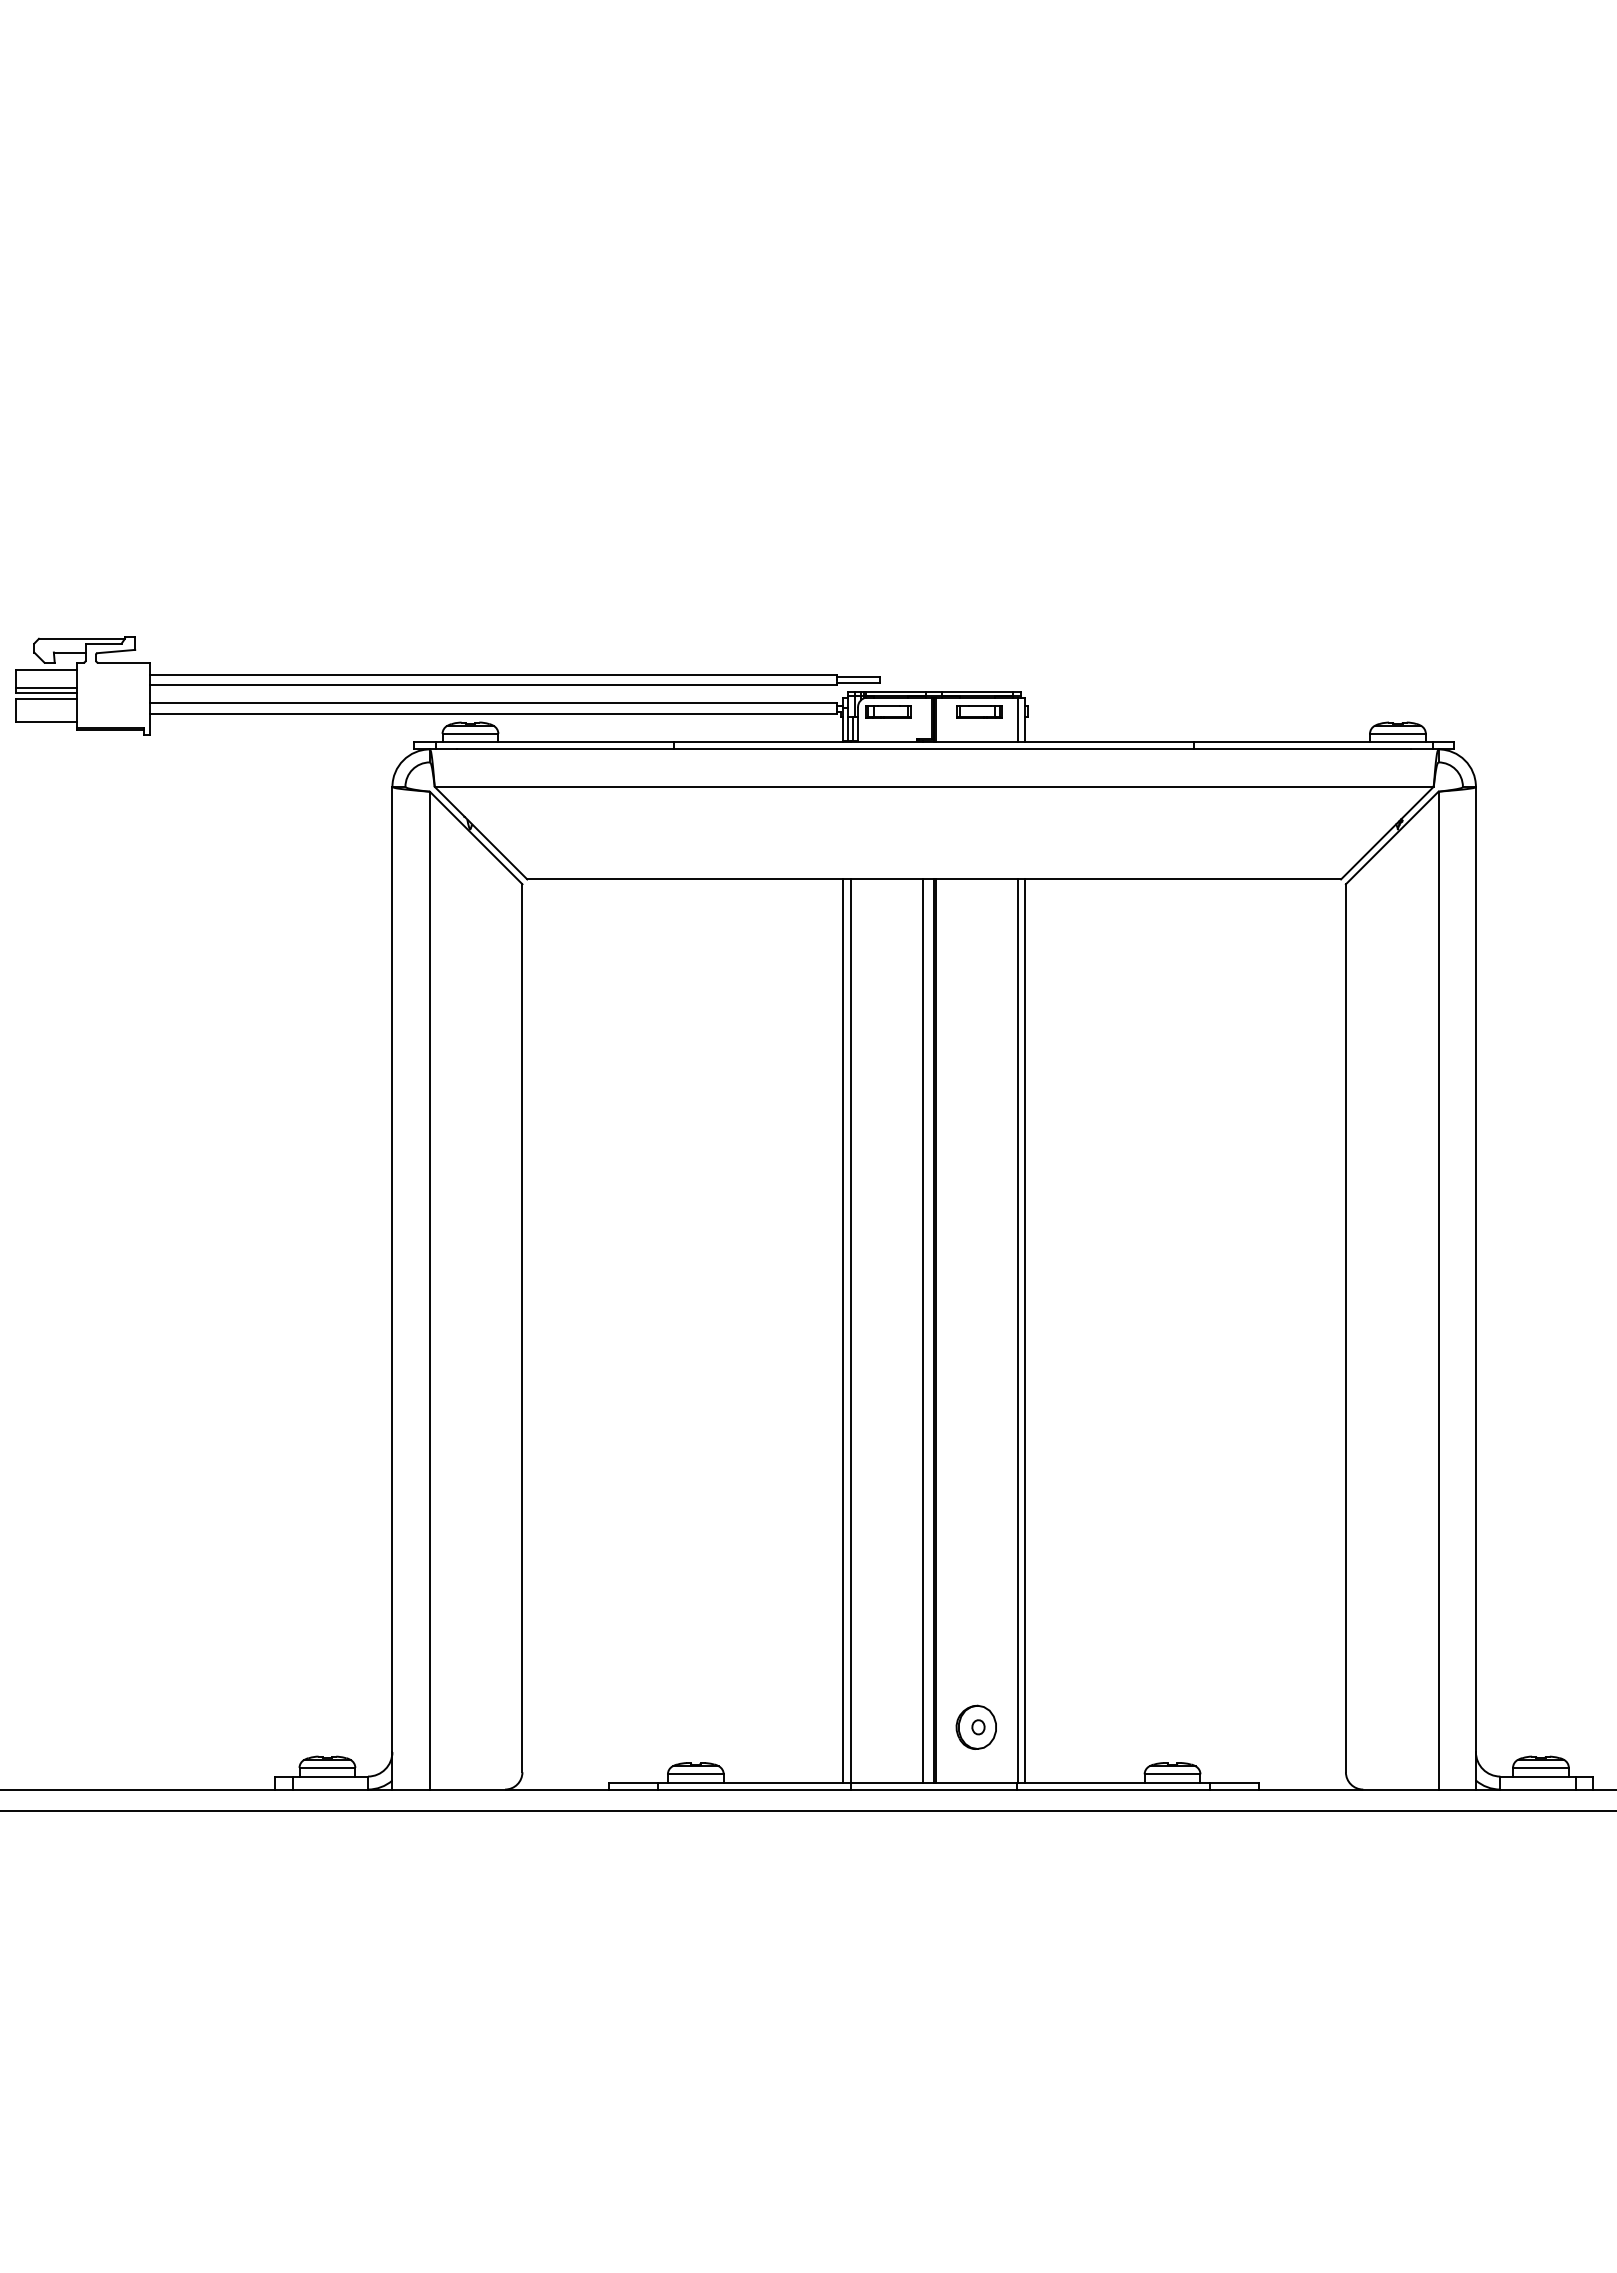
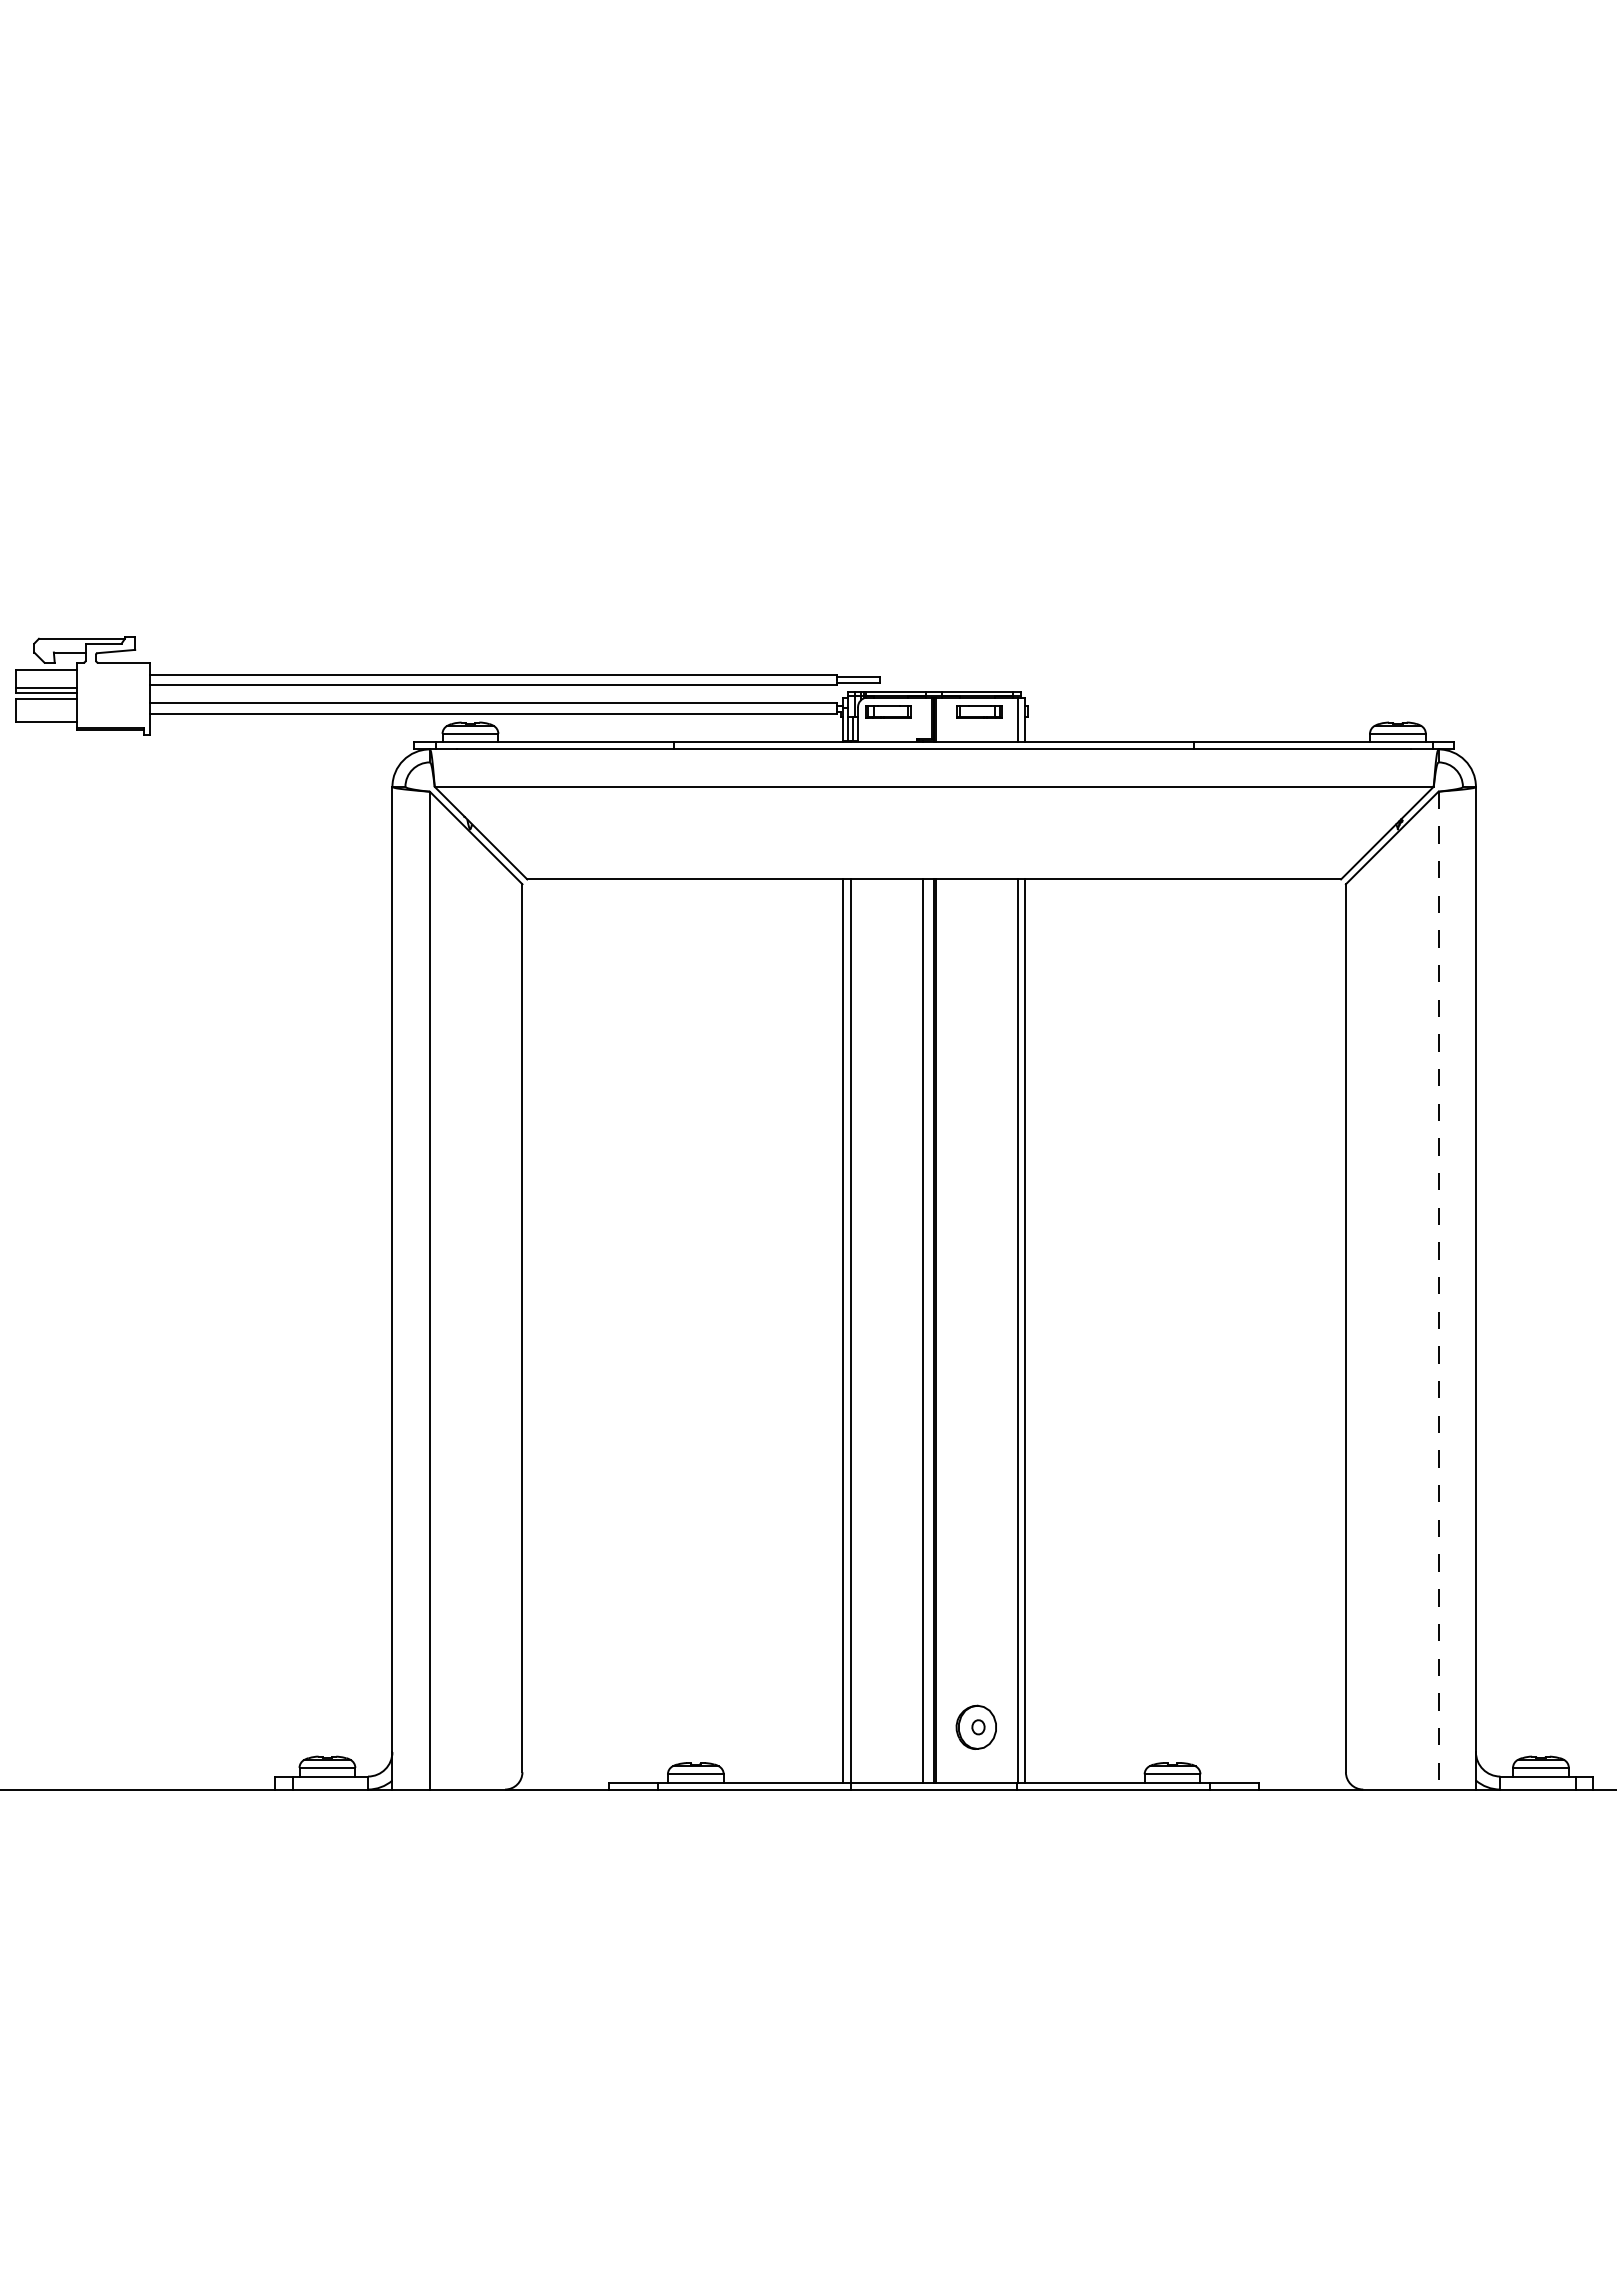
line at (1438, 1290): solid -> dashed
line at (807, 1811): present -> none
